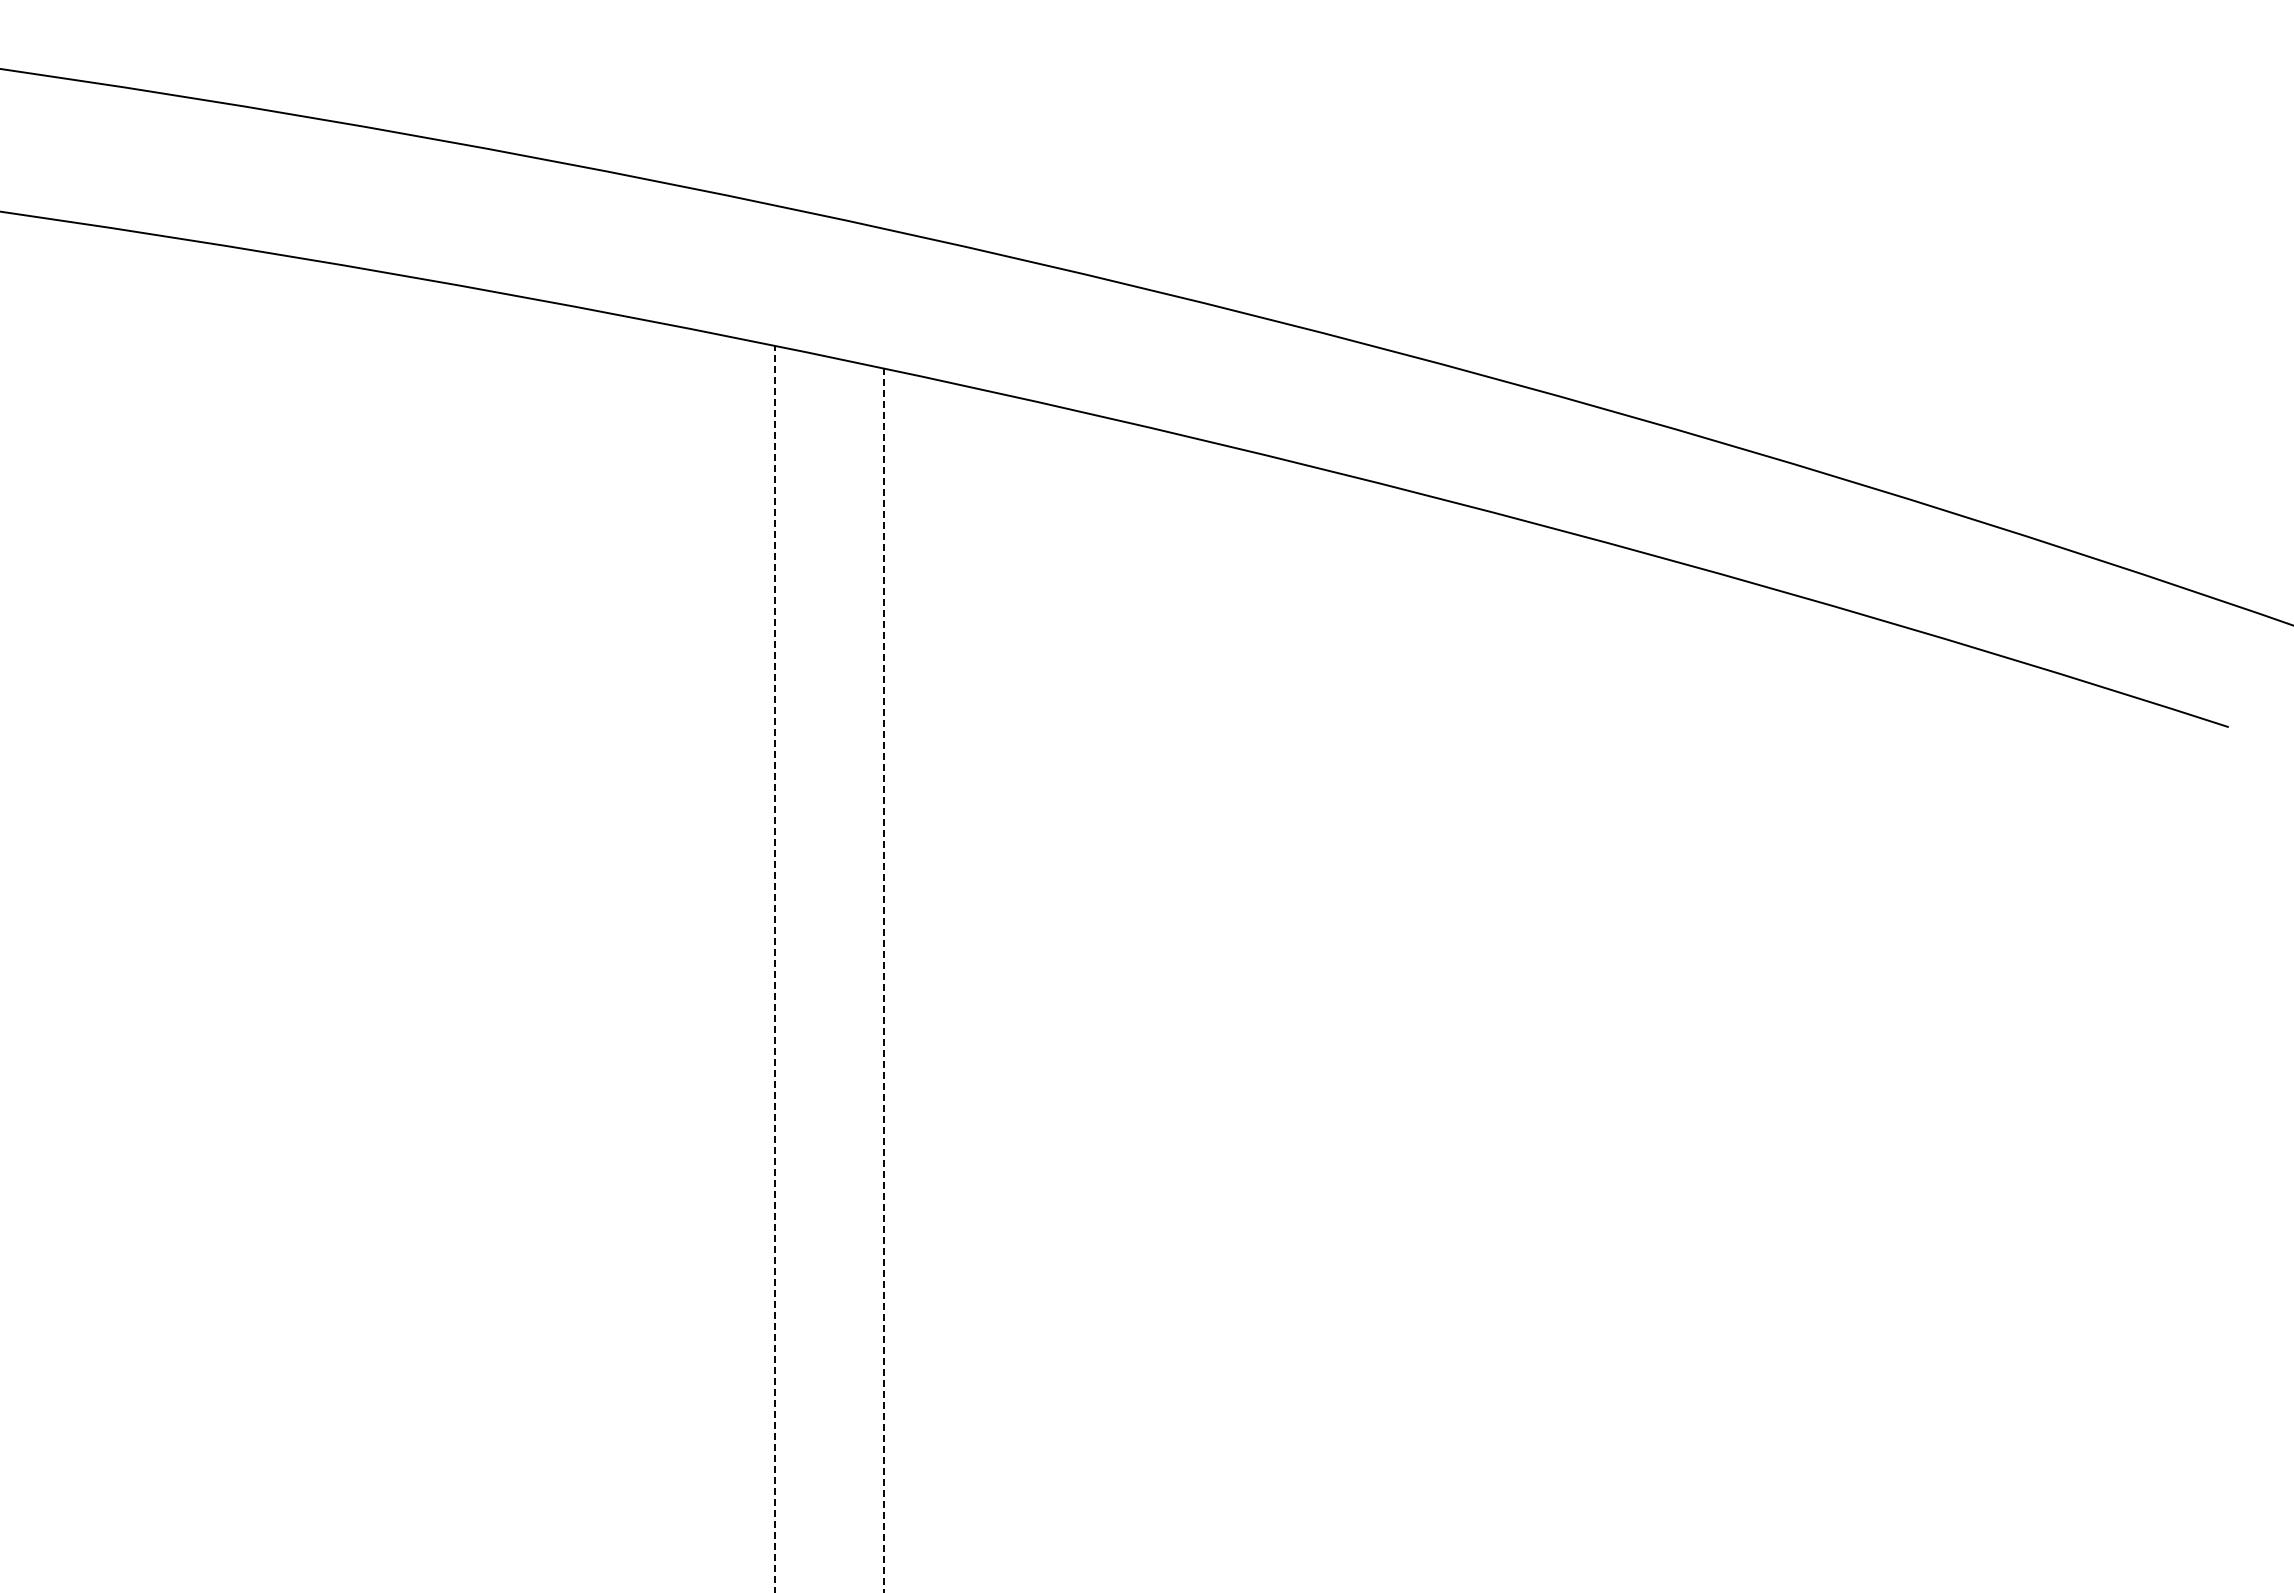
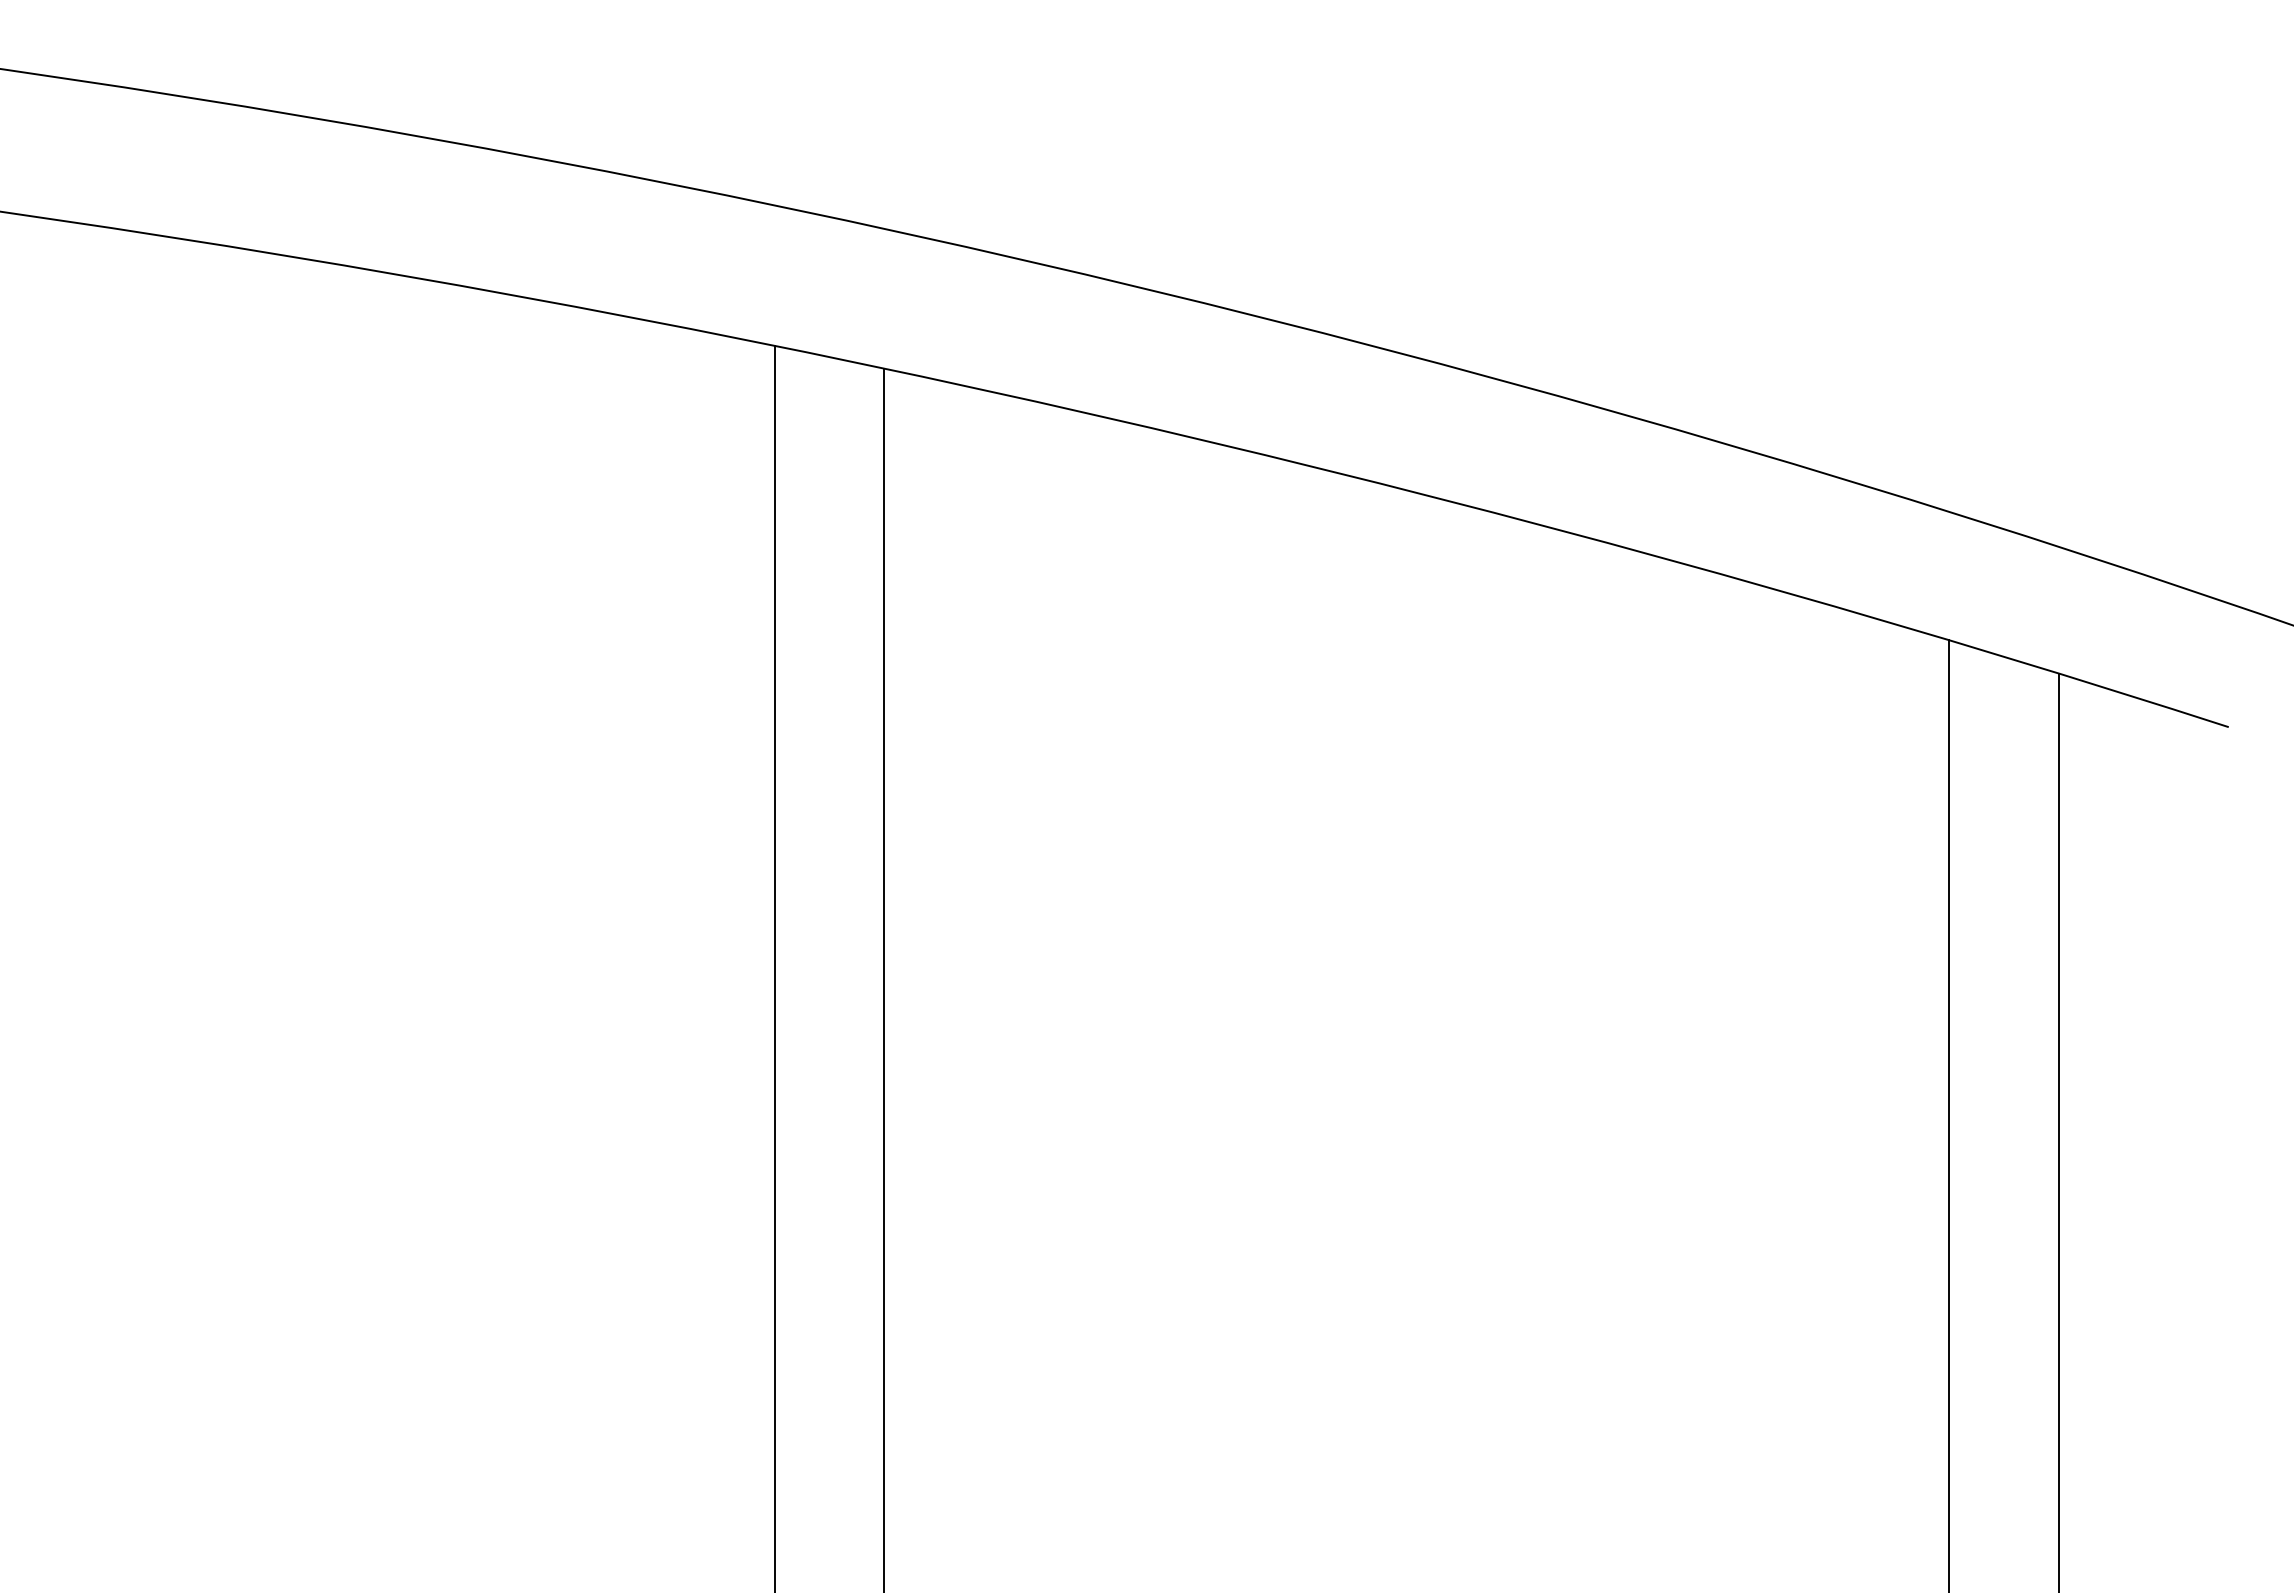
line at (774, 968): dashed -> solid
line at (884, 980): dashed -> solid
line at (1949, 1114): none -> present
line at (2058, 1131): none -> present
